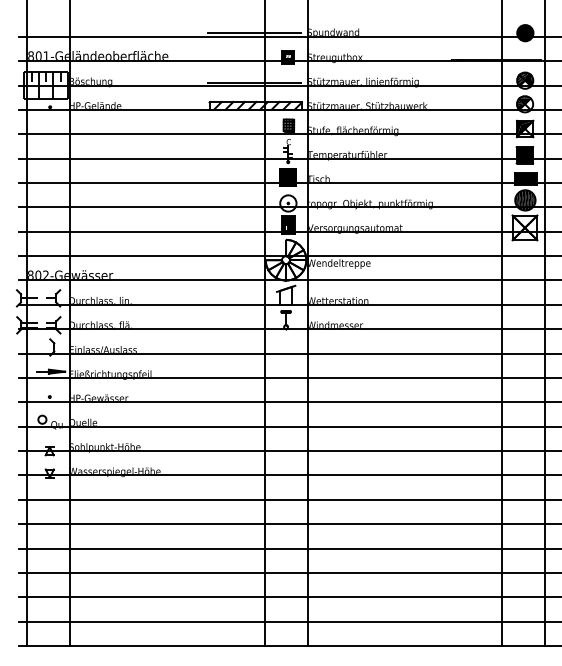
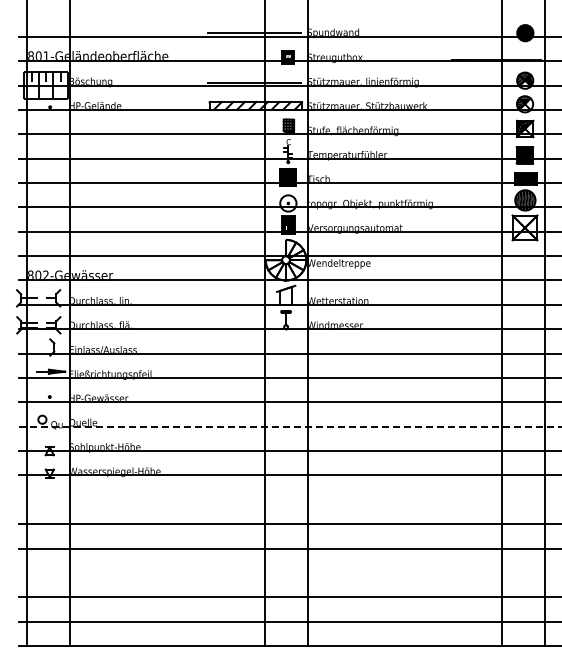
line at (290, 426): solid -> dashed
line at (288, 499): present -> none
line at (288, 572): present -> none
